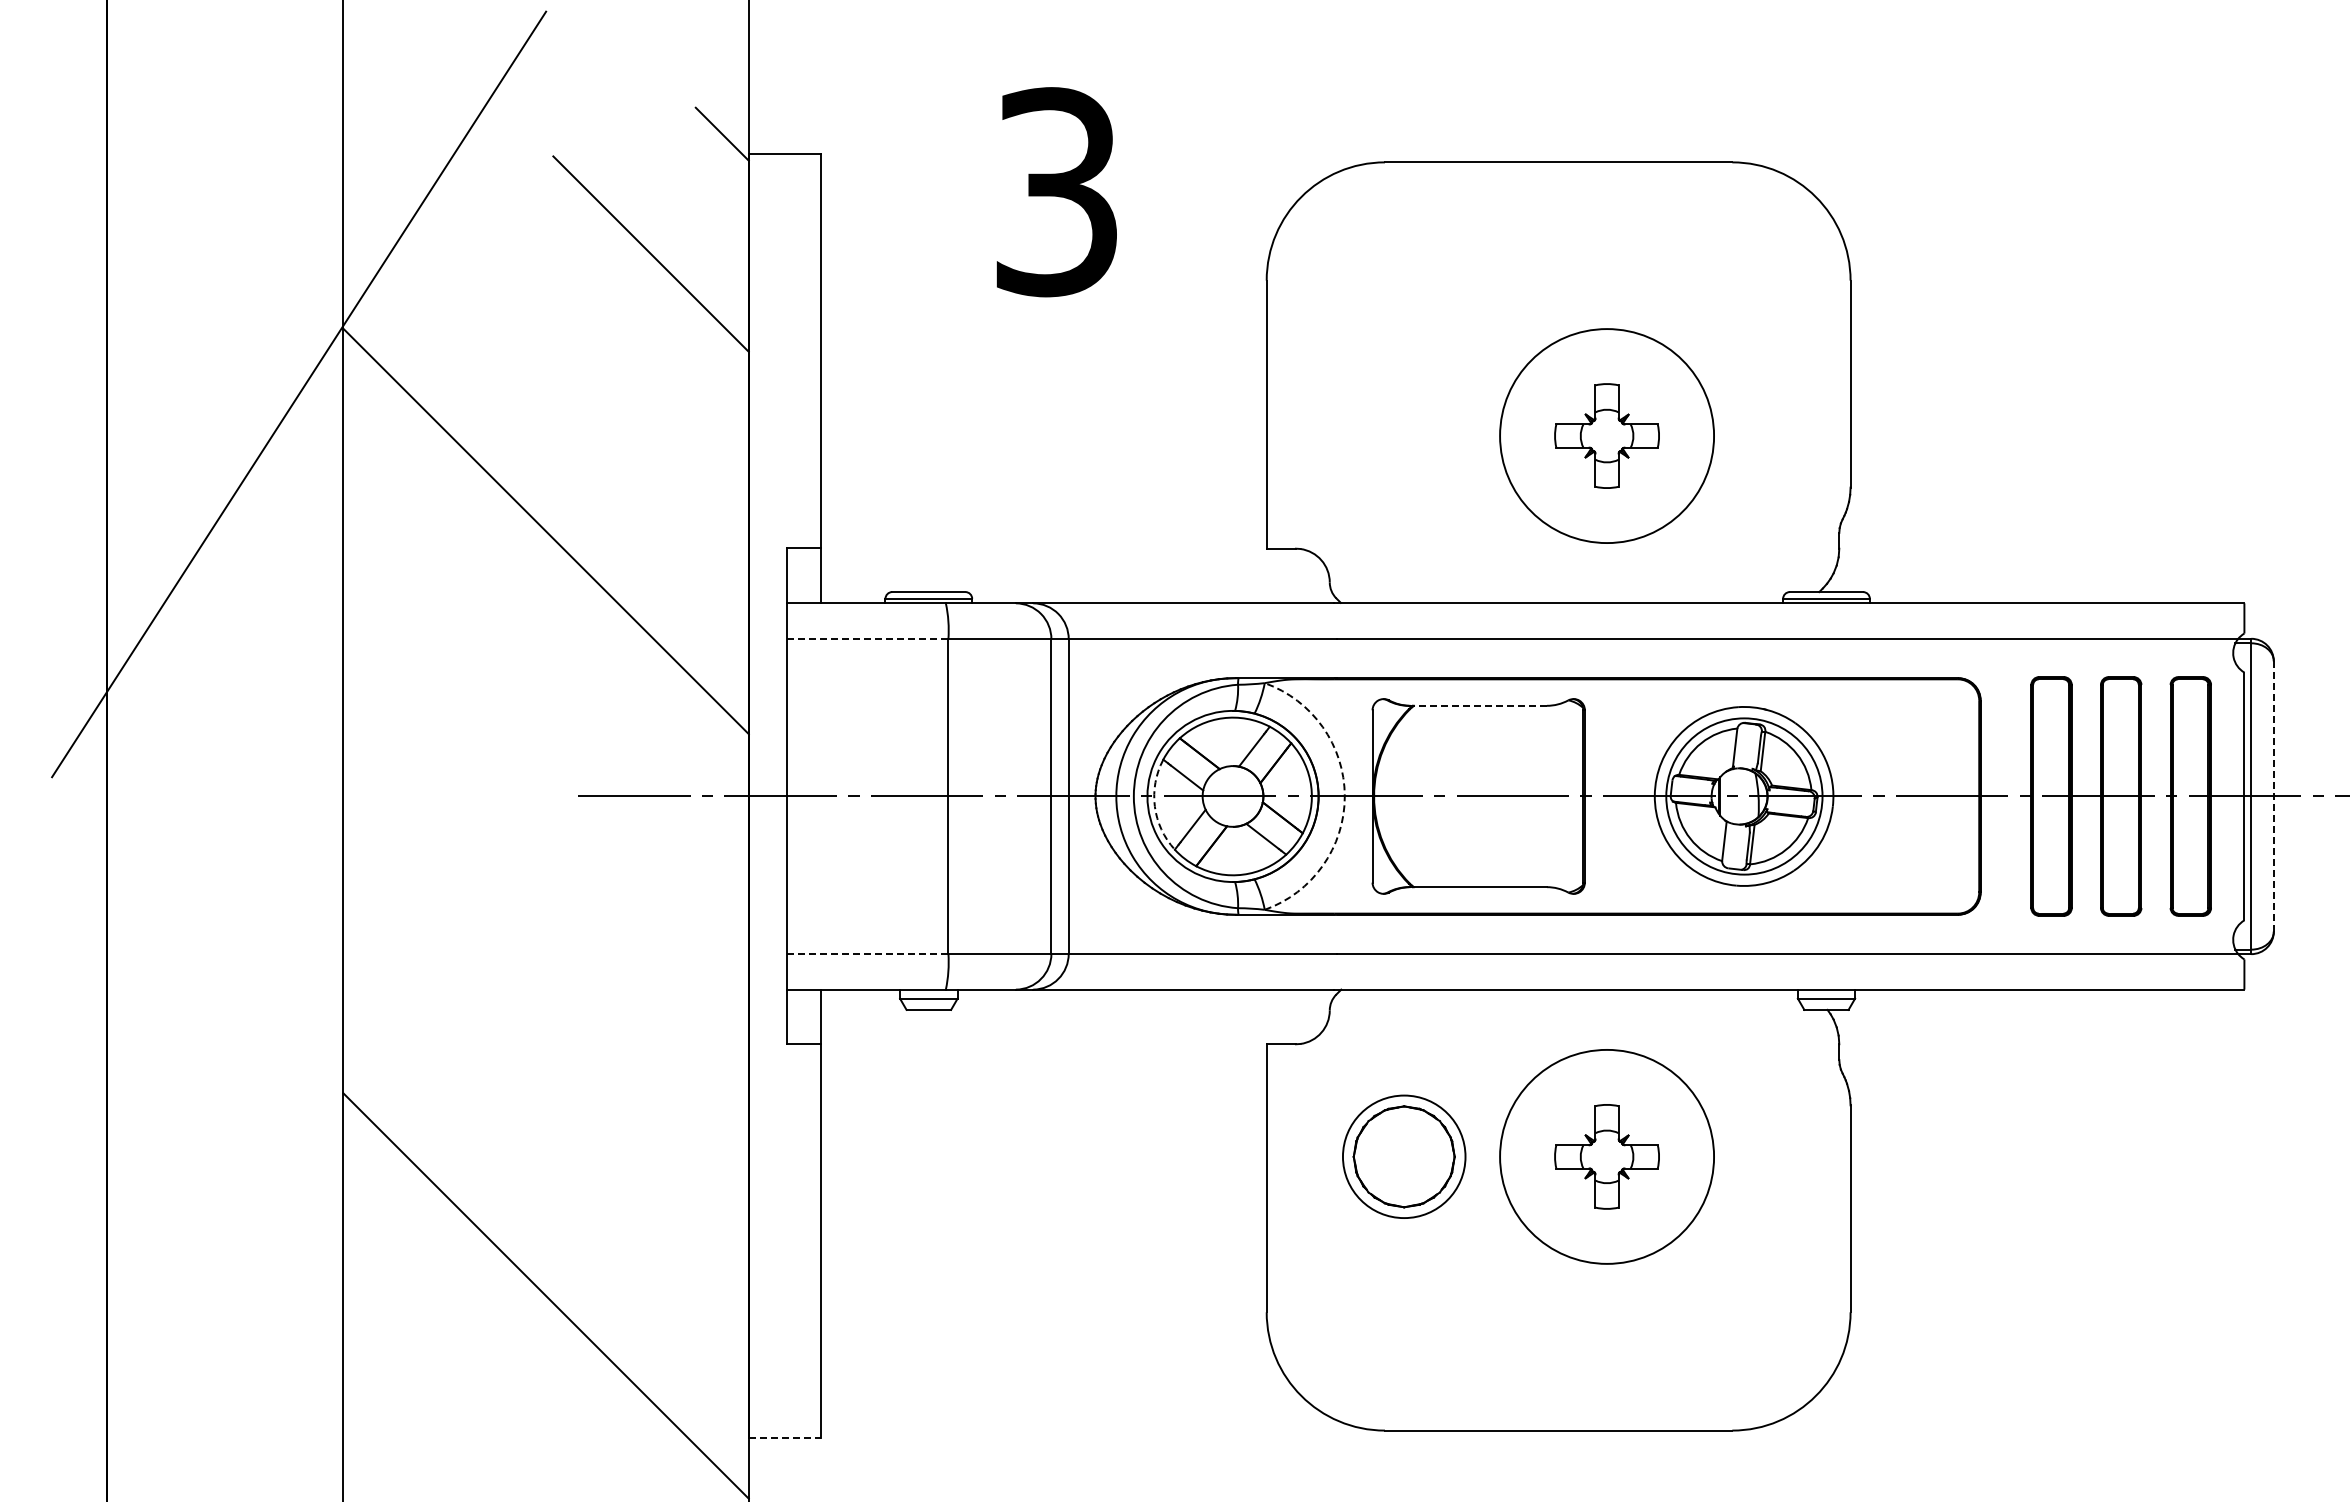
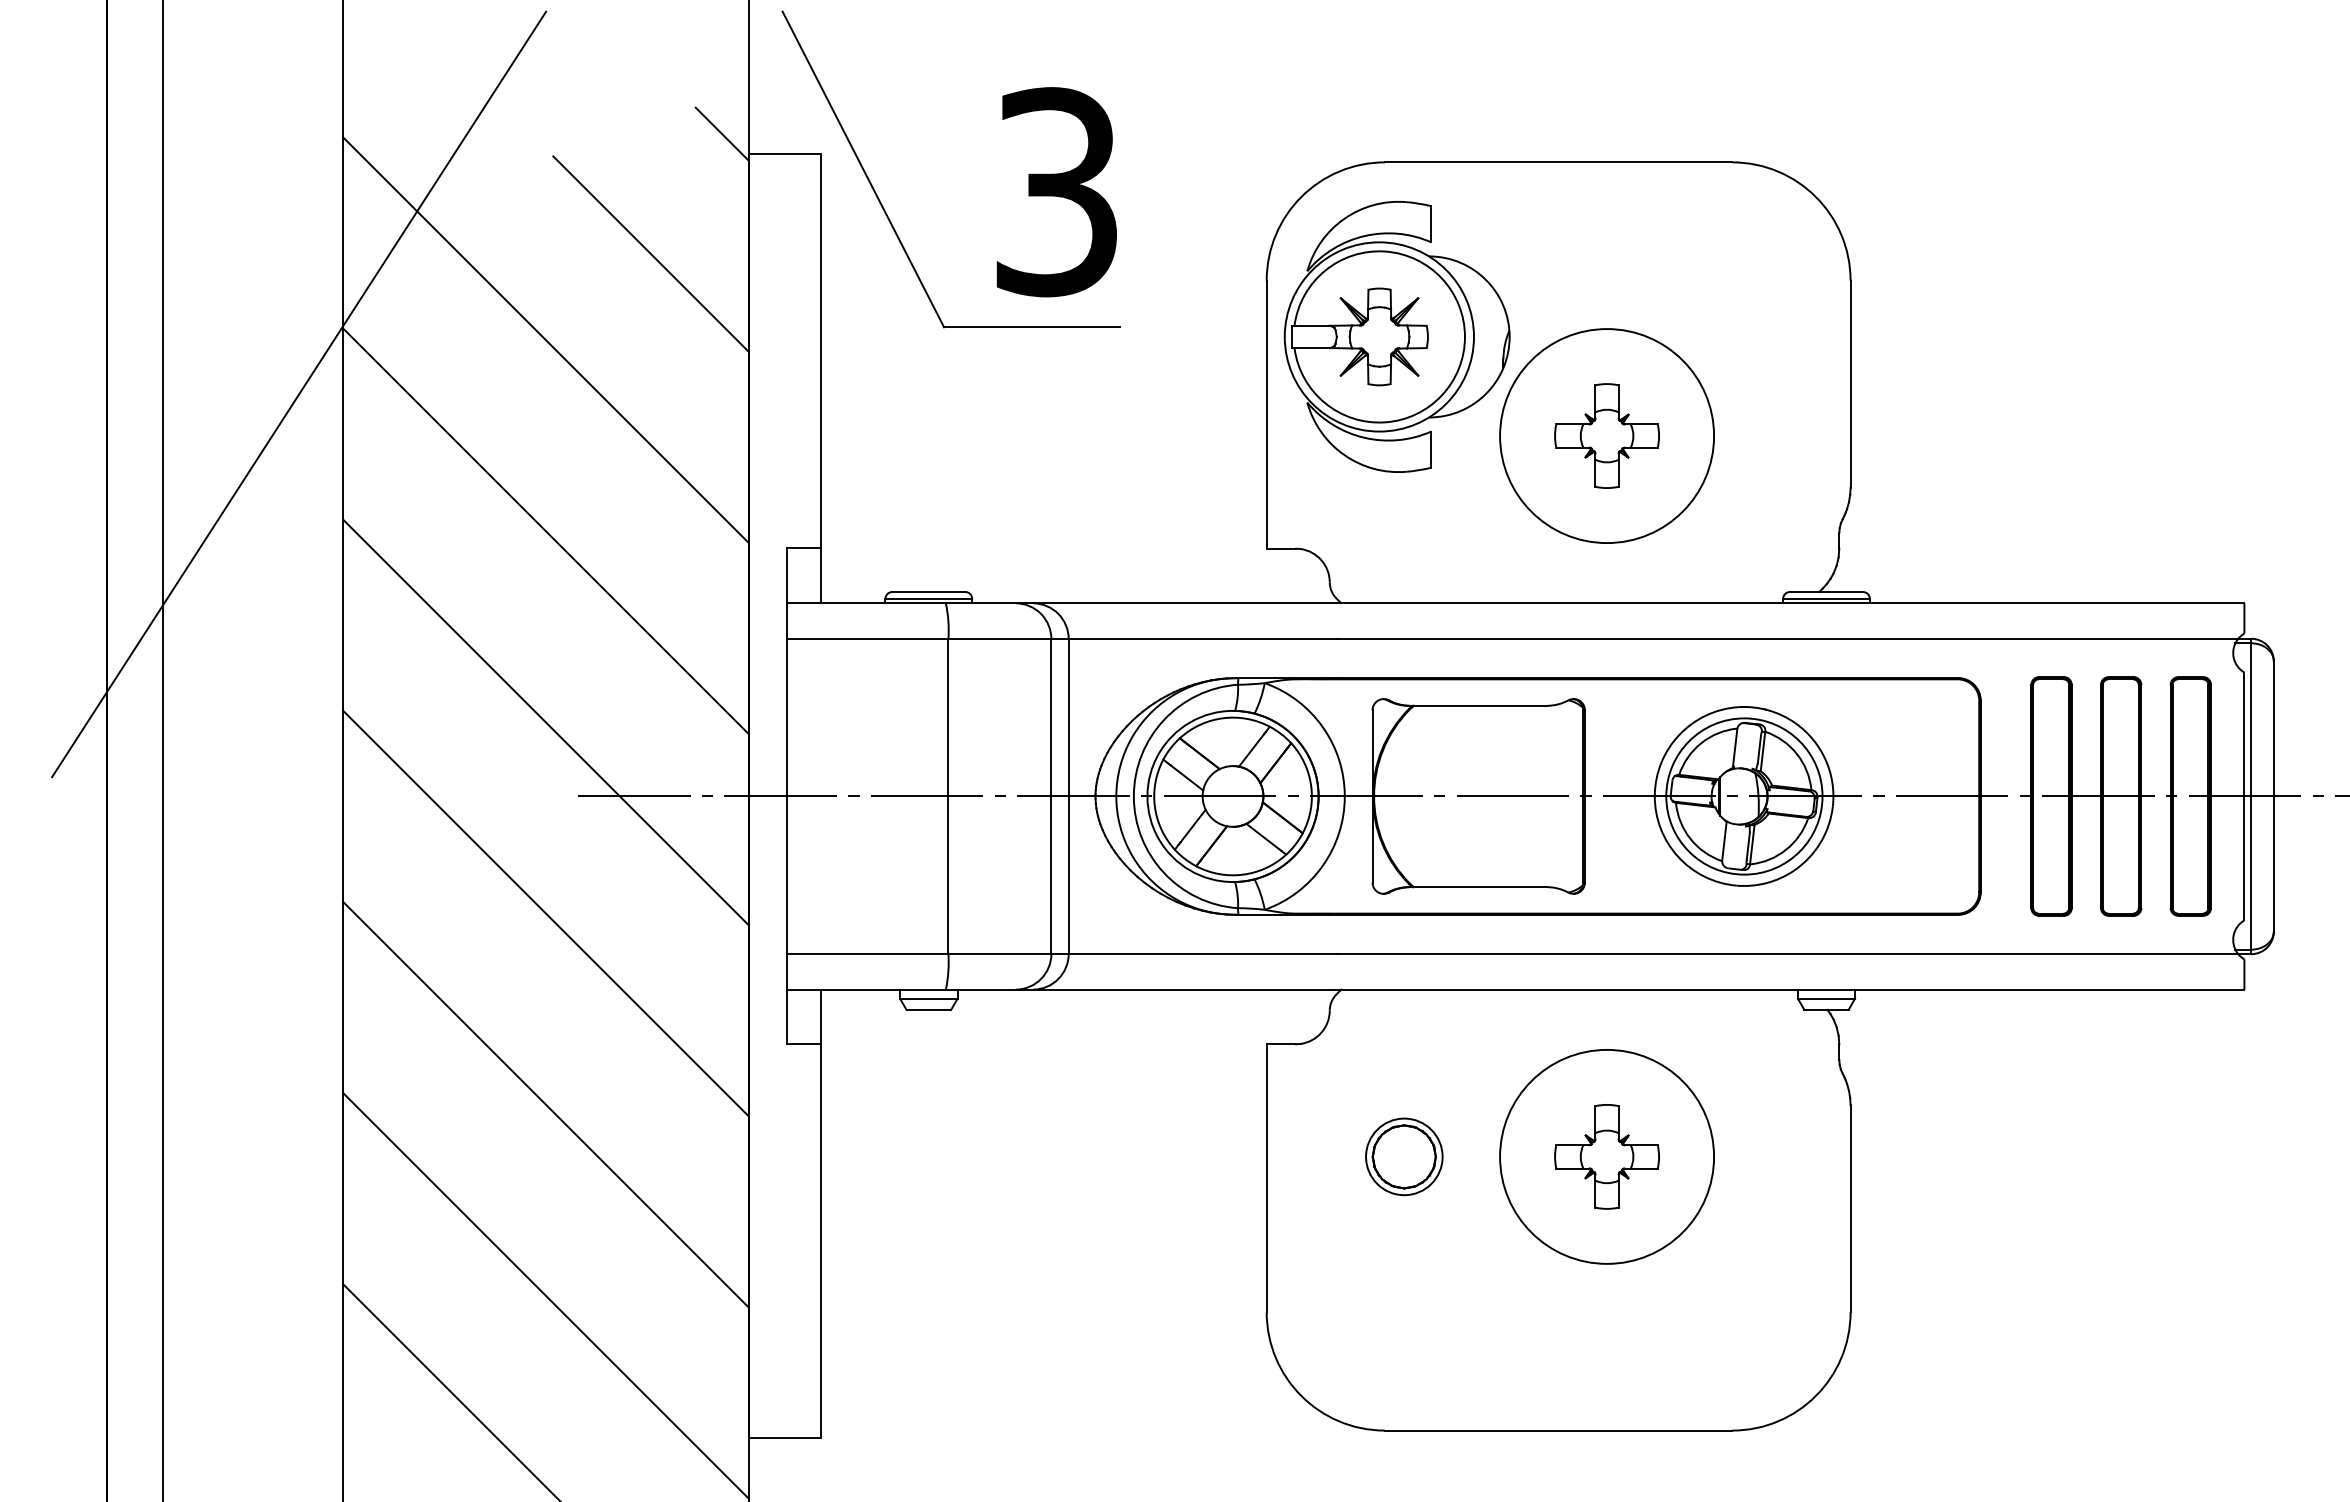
part at (882, 204): none -> present
part at (1396, 336): none -> present
line at (545, 340): none -> present
line at (867, 639): dashed -> solid
line at (1478, 705): dashed -> solid
line at (545, 722): none -> present
line at (163, 750): none -> present
arc at (1344, 796): dashed -> solid
line at (2273, 796): dashed -> solid
arc at (1154, 806): dashed -> solid
line at (545, 913): none -> present
line at (867, 953): dashed -> solid
line at (545, 1104): none -> present
part at (1404, 1156) size: 125x125 px -> 79x80 px
line at (450, 1391): none -> present
line at (785, 1438): dashed -> solid
